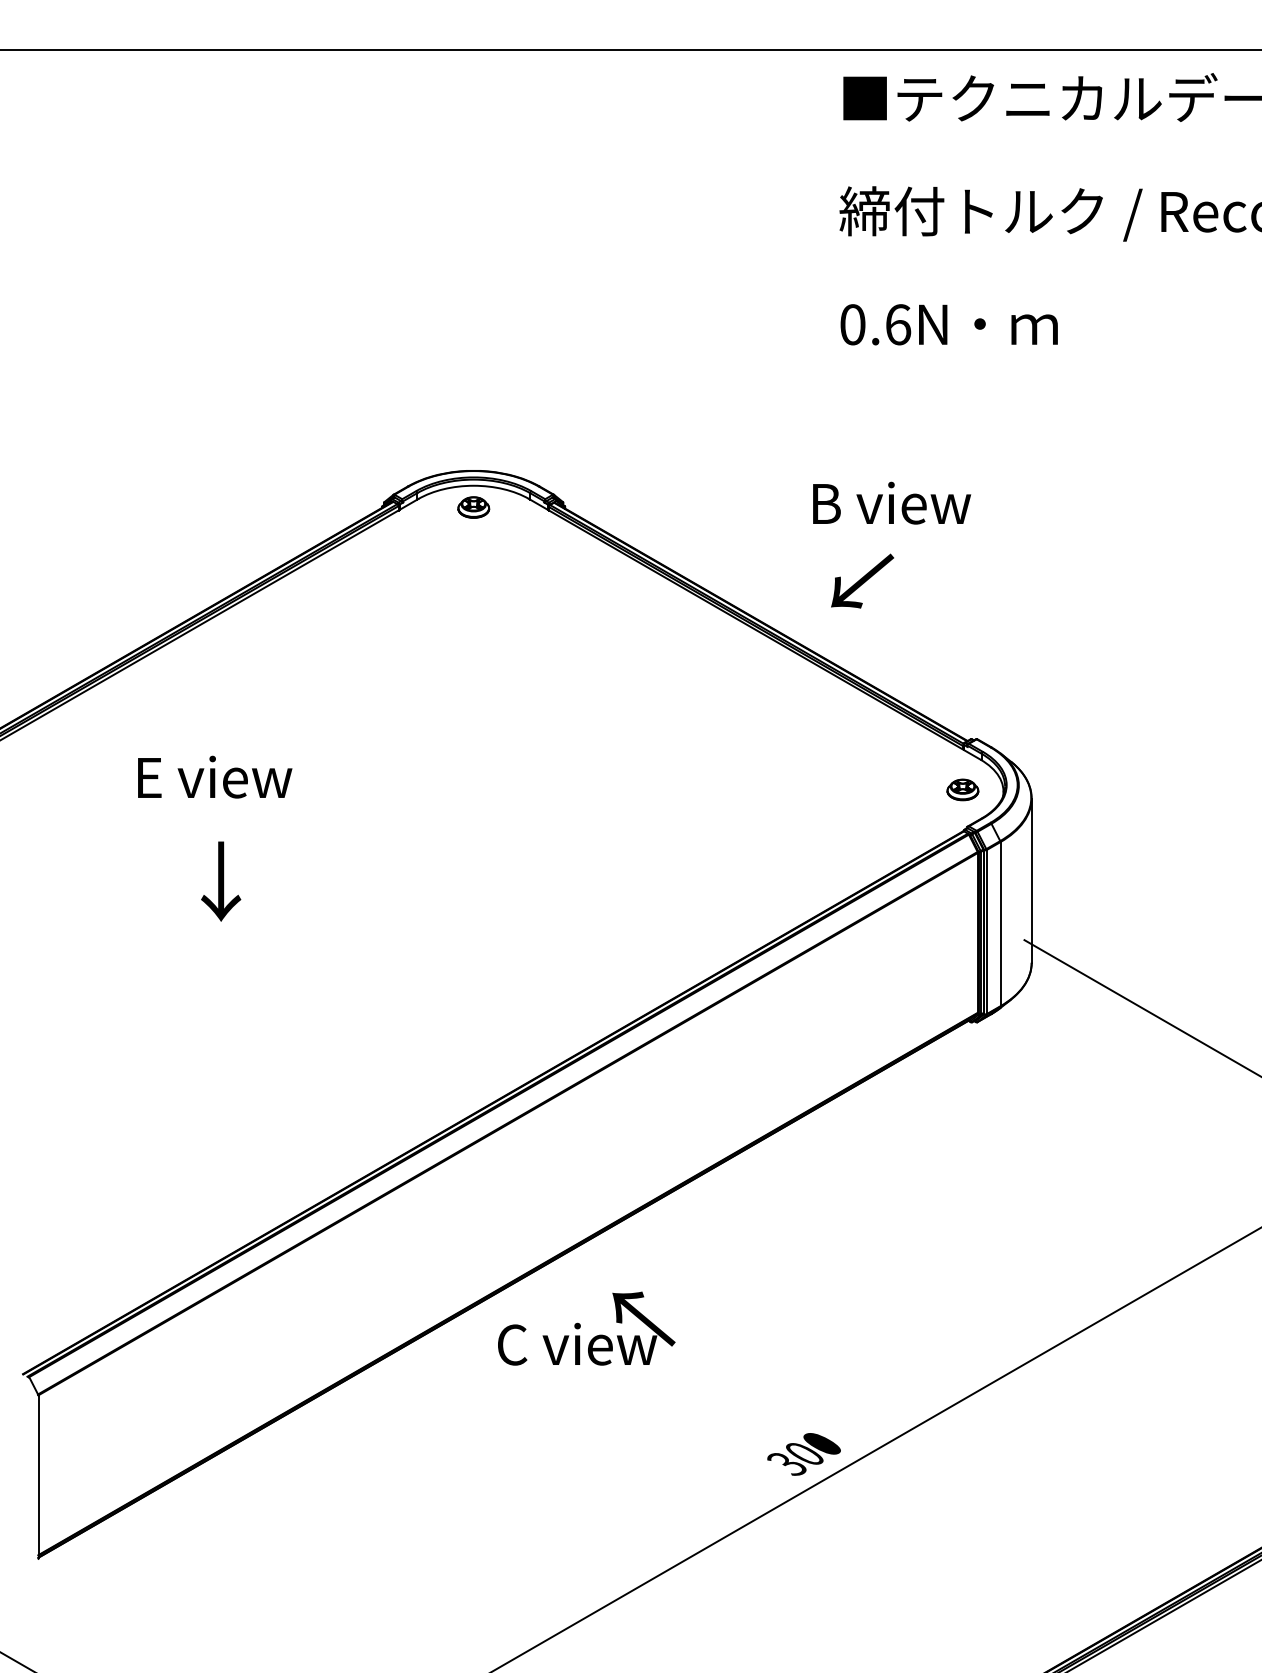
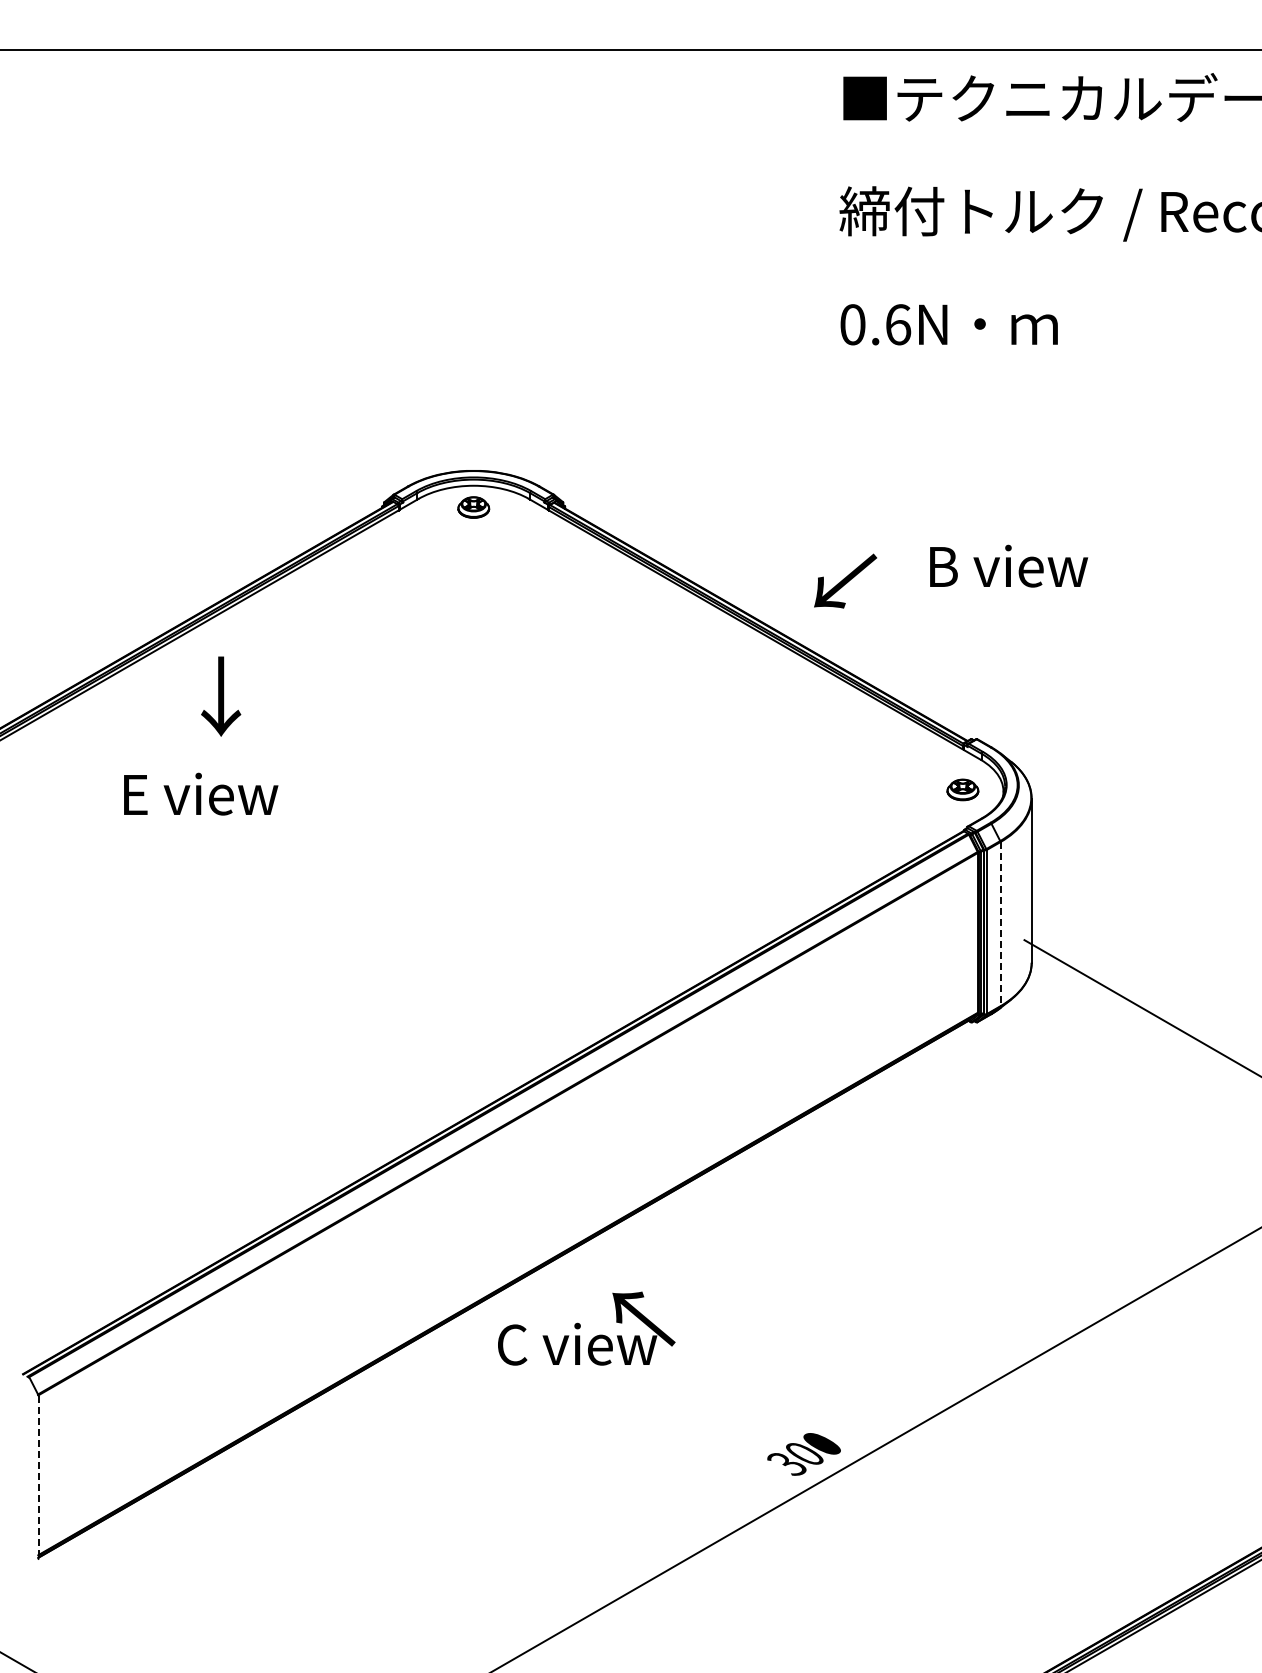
text at (892, 502) position: (892, 502) -> (1009, 565)
text at (862, 580) position: (862, 580) -> (845, 580)
text at (215, 776) position: (215, 776) -> (201, 793)
text at (221, 881) position: (221, 881) -> (221, 696)
line at (1000, 924): solid -> dashed
line at (38, 1477): solid -> dashed
